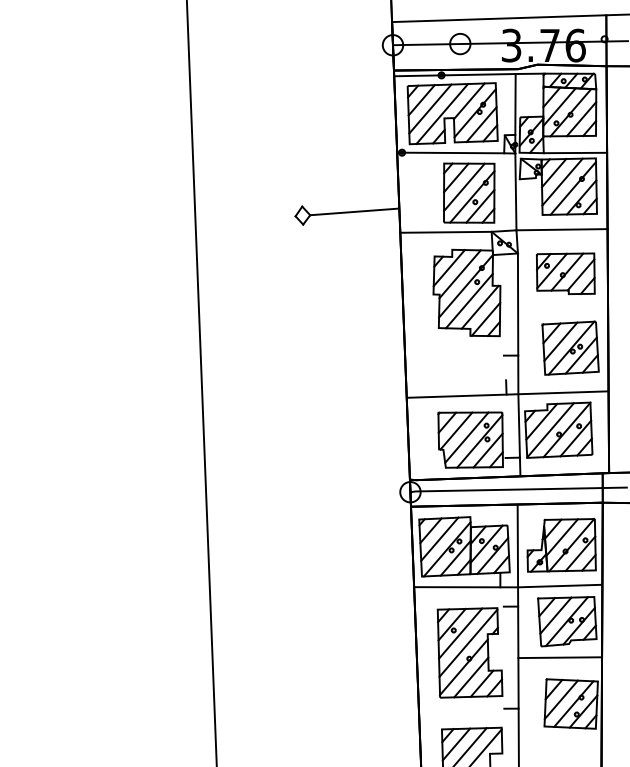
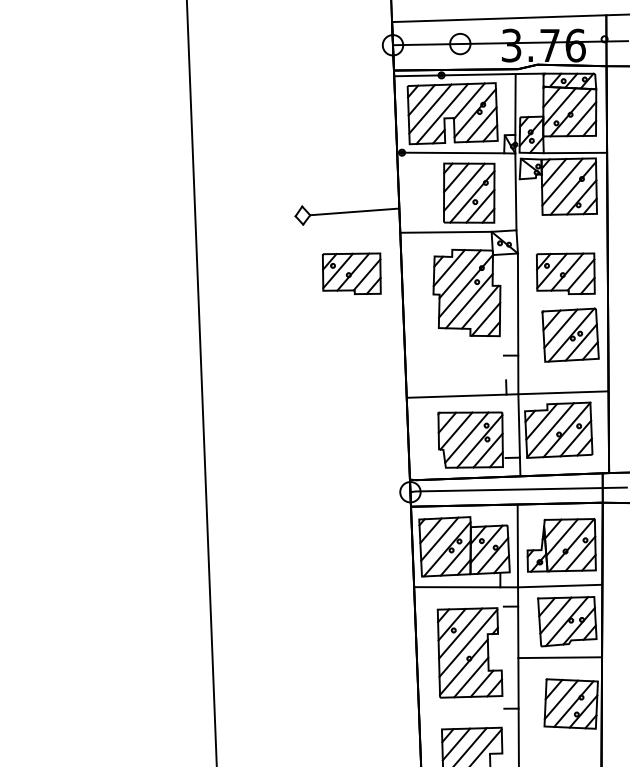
line at (561, 229): present -> none
part at (351, 273): none -> present
part at (570, 347) position: (570, 347) -> (570, 334)
